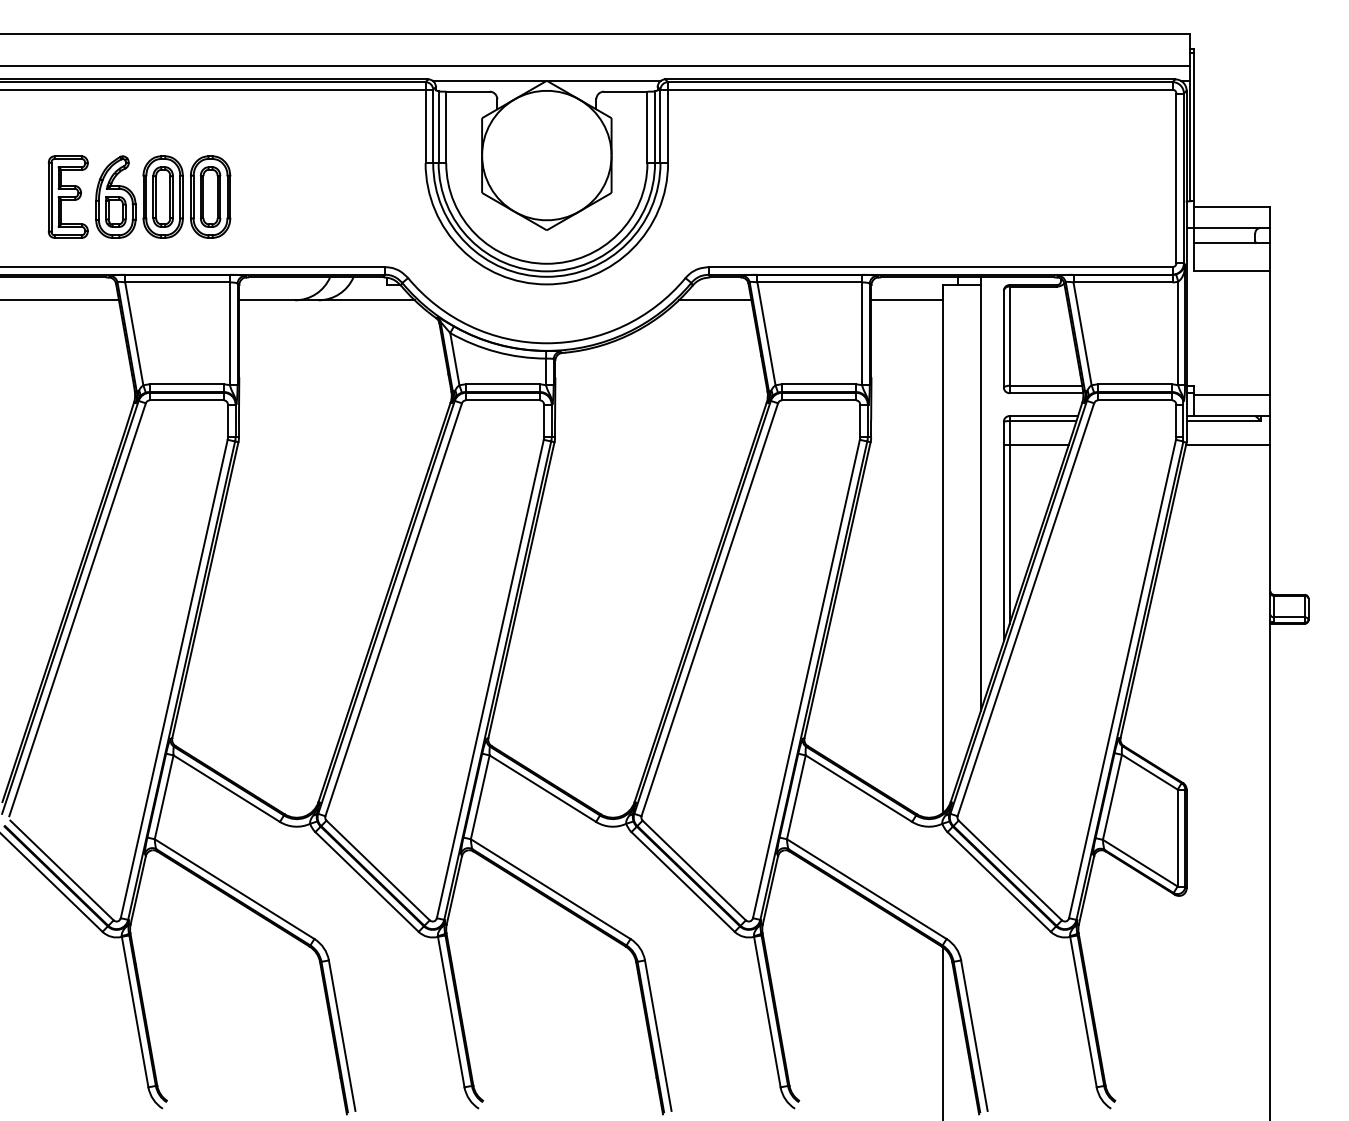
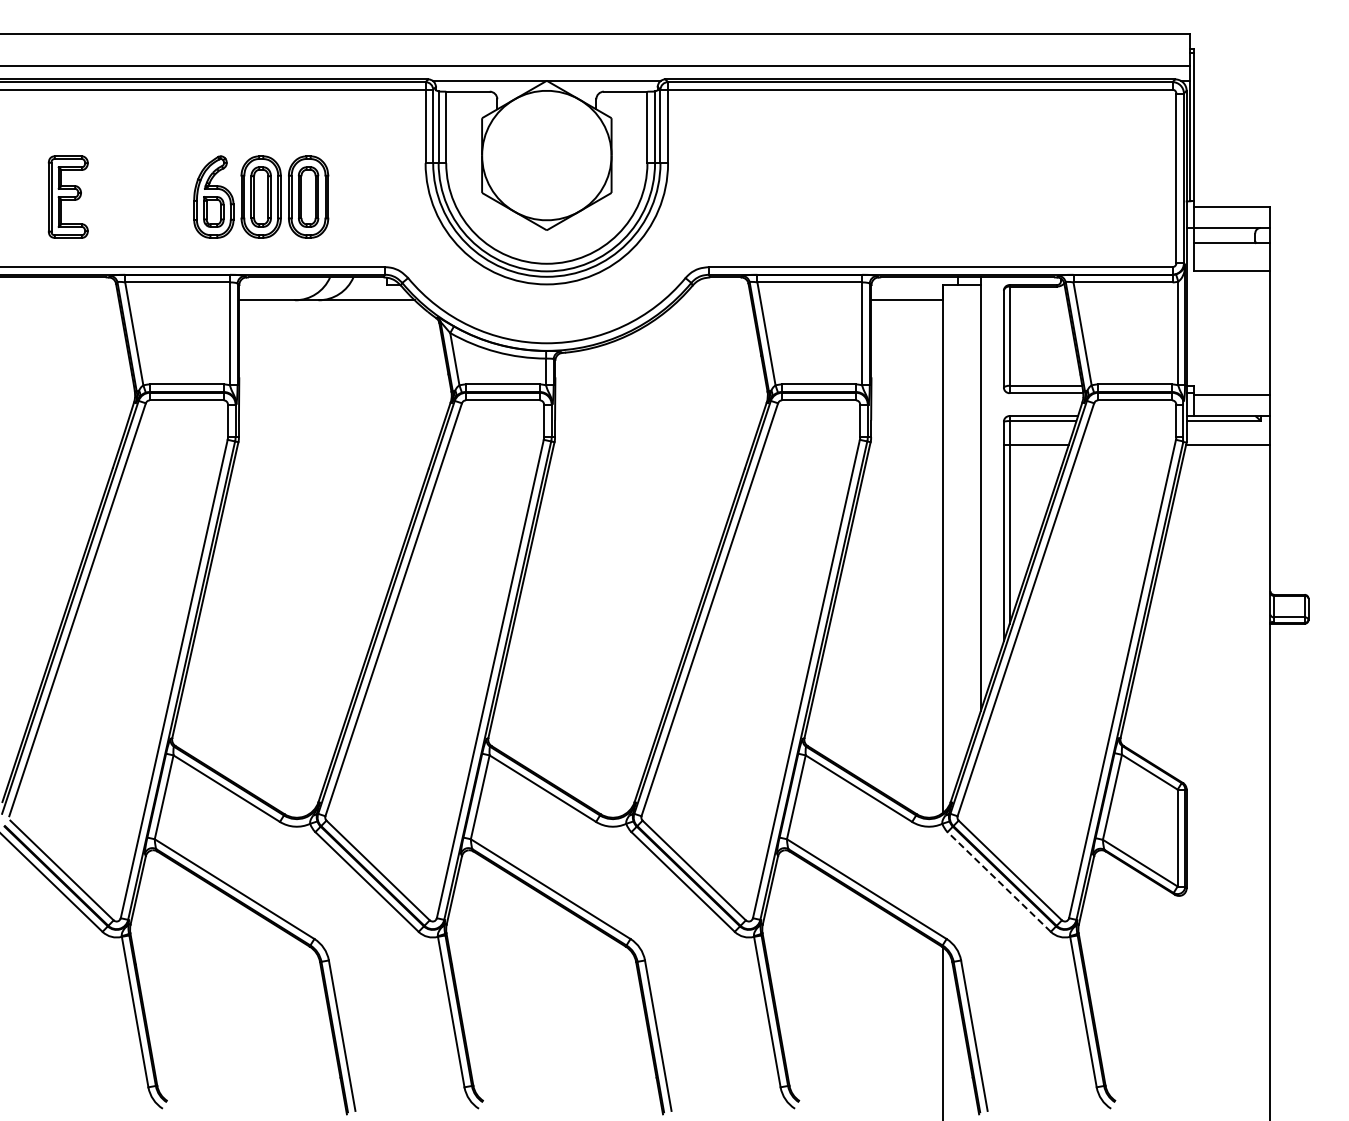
part at (163, 196) position: (163, 196) -> (261, 196)
line at (60, 300): present -> none
line at (714, 300): present -> none
line at (999, 881): solid -> dashed
